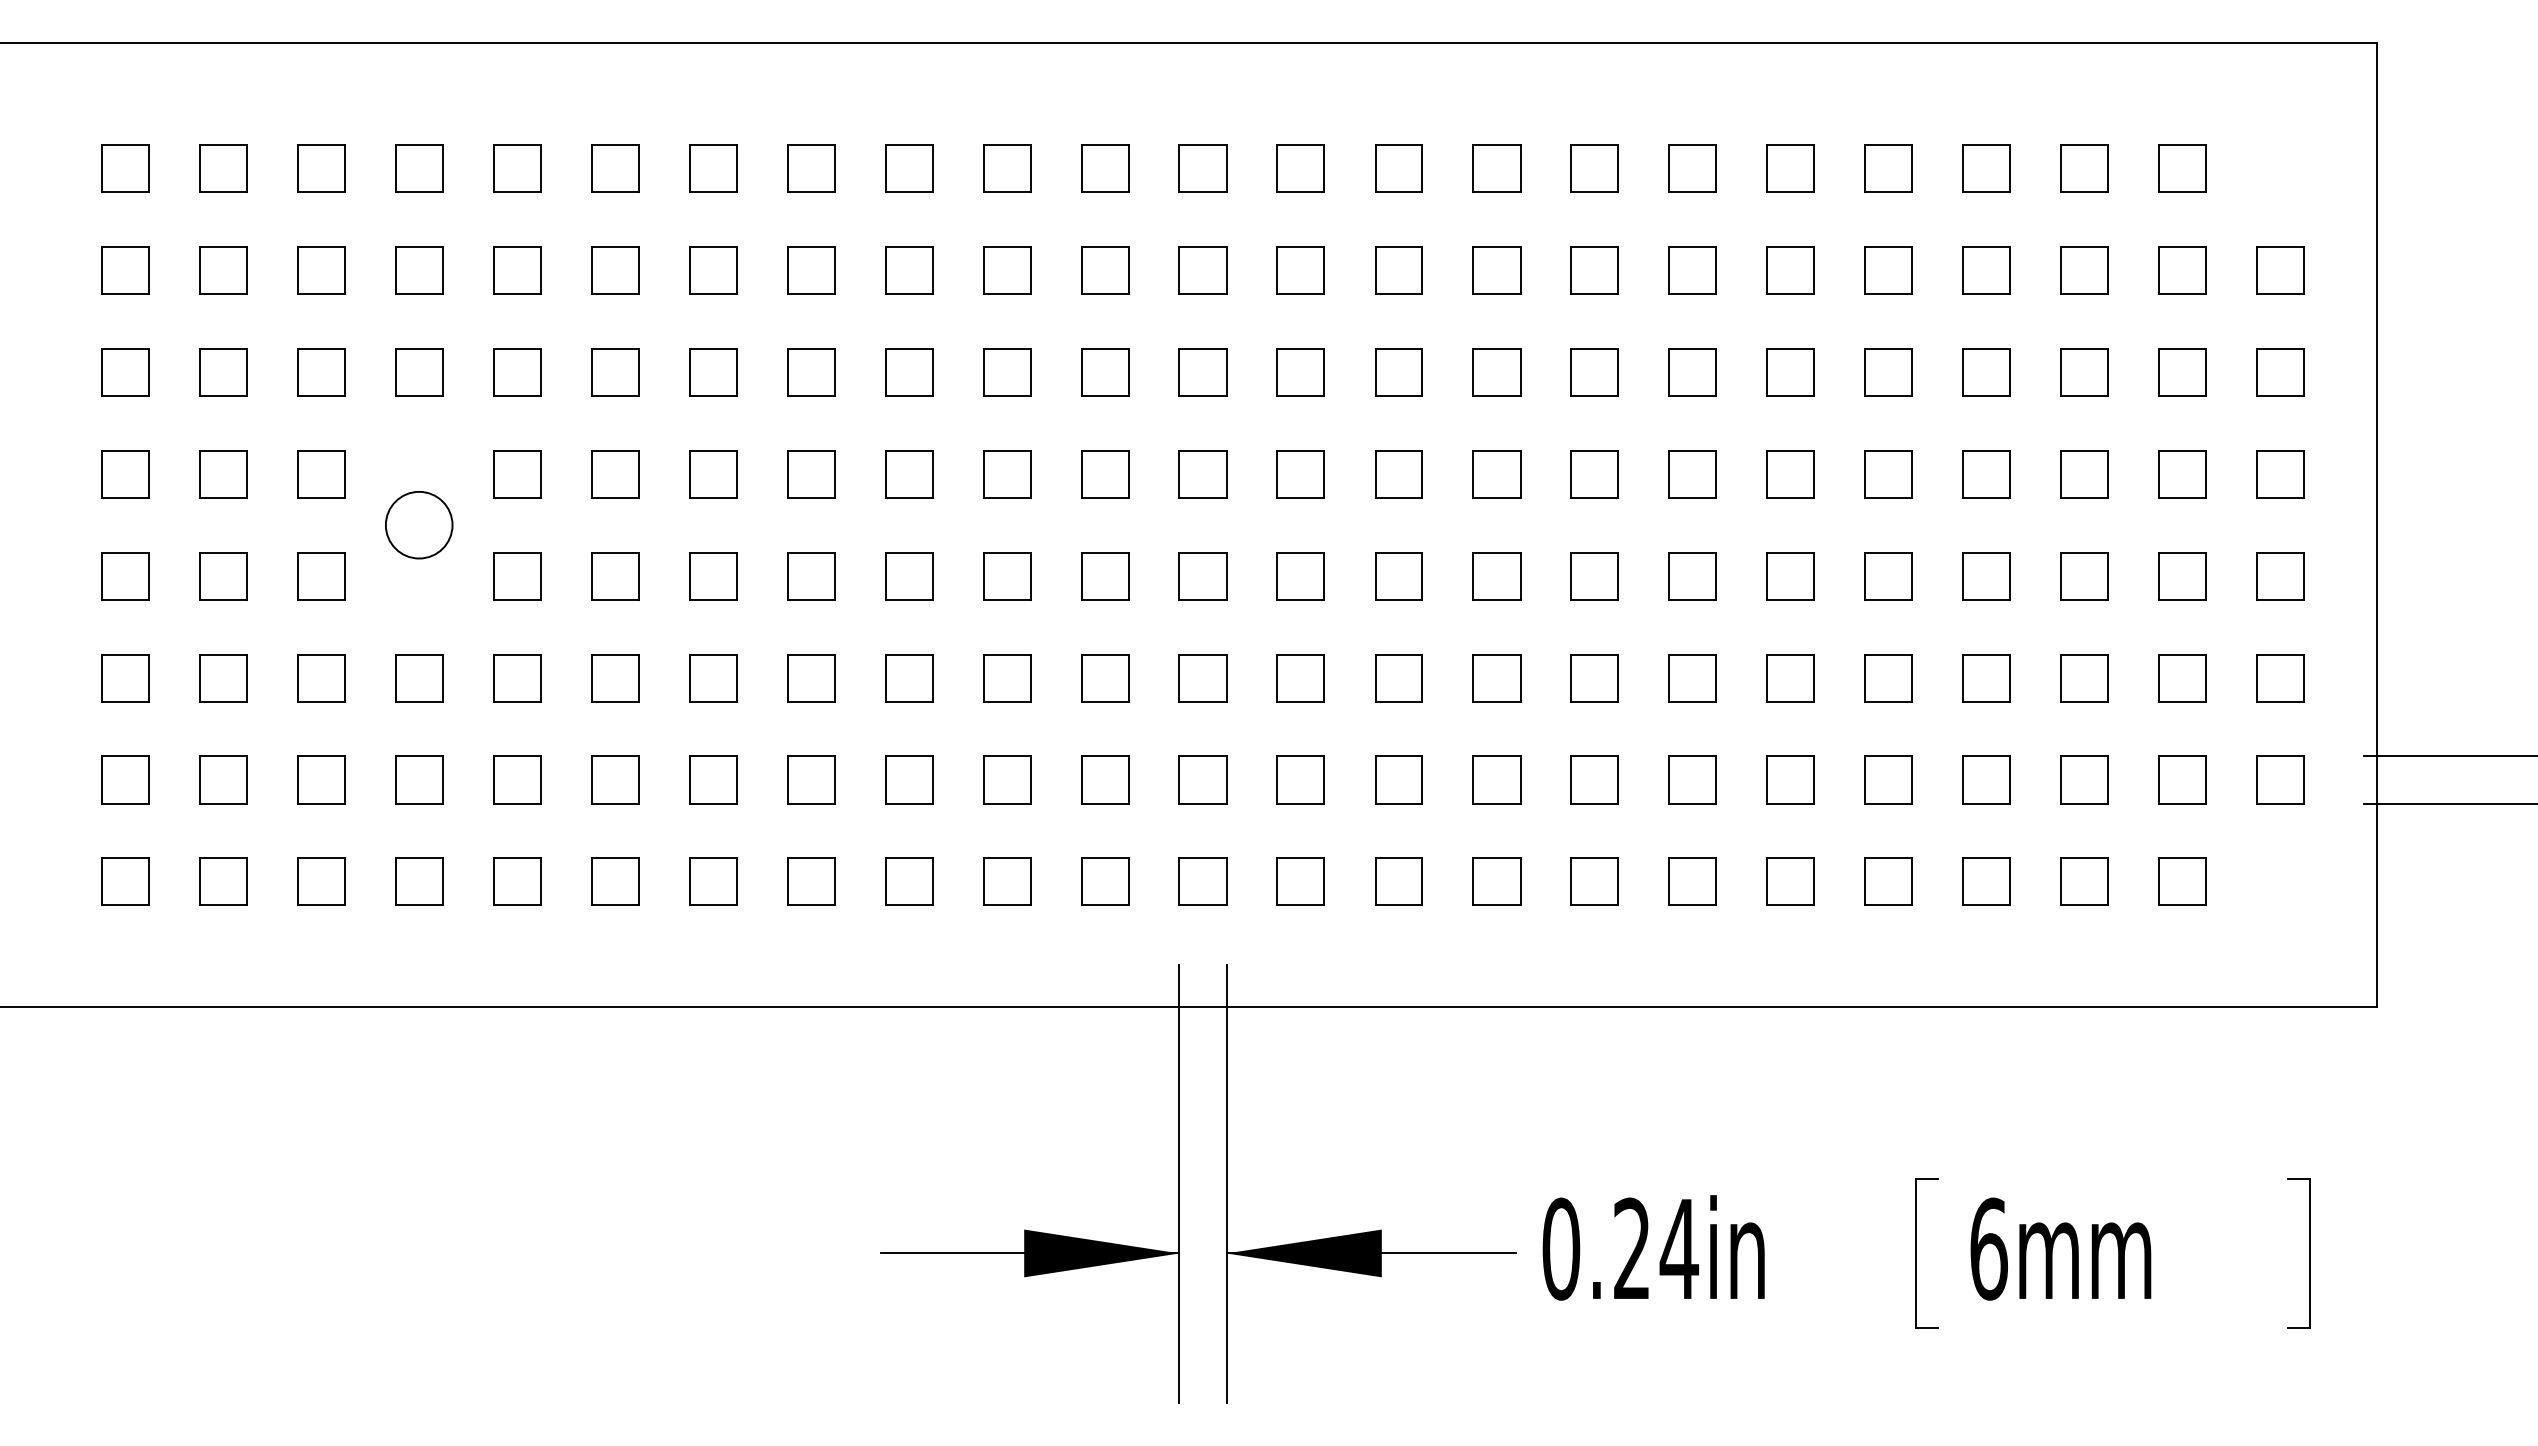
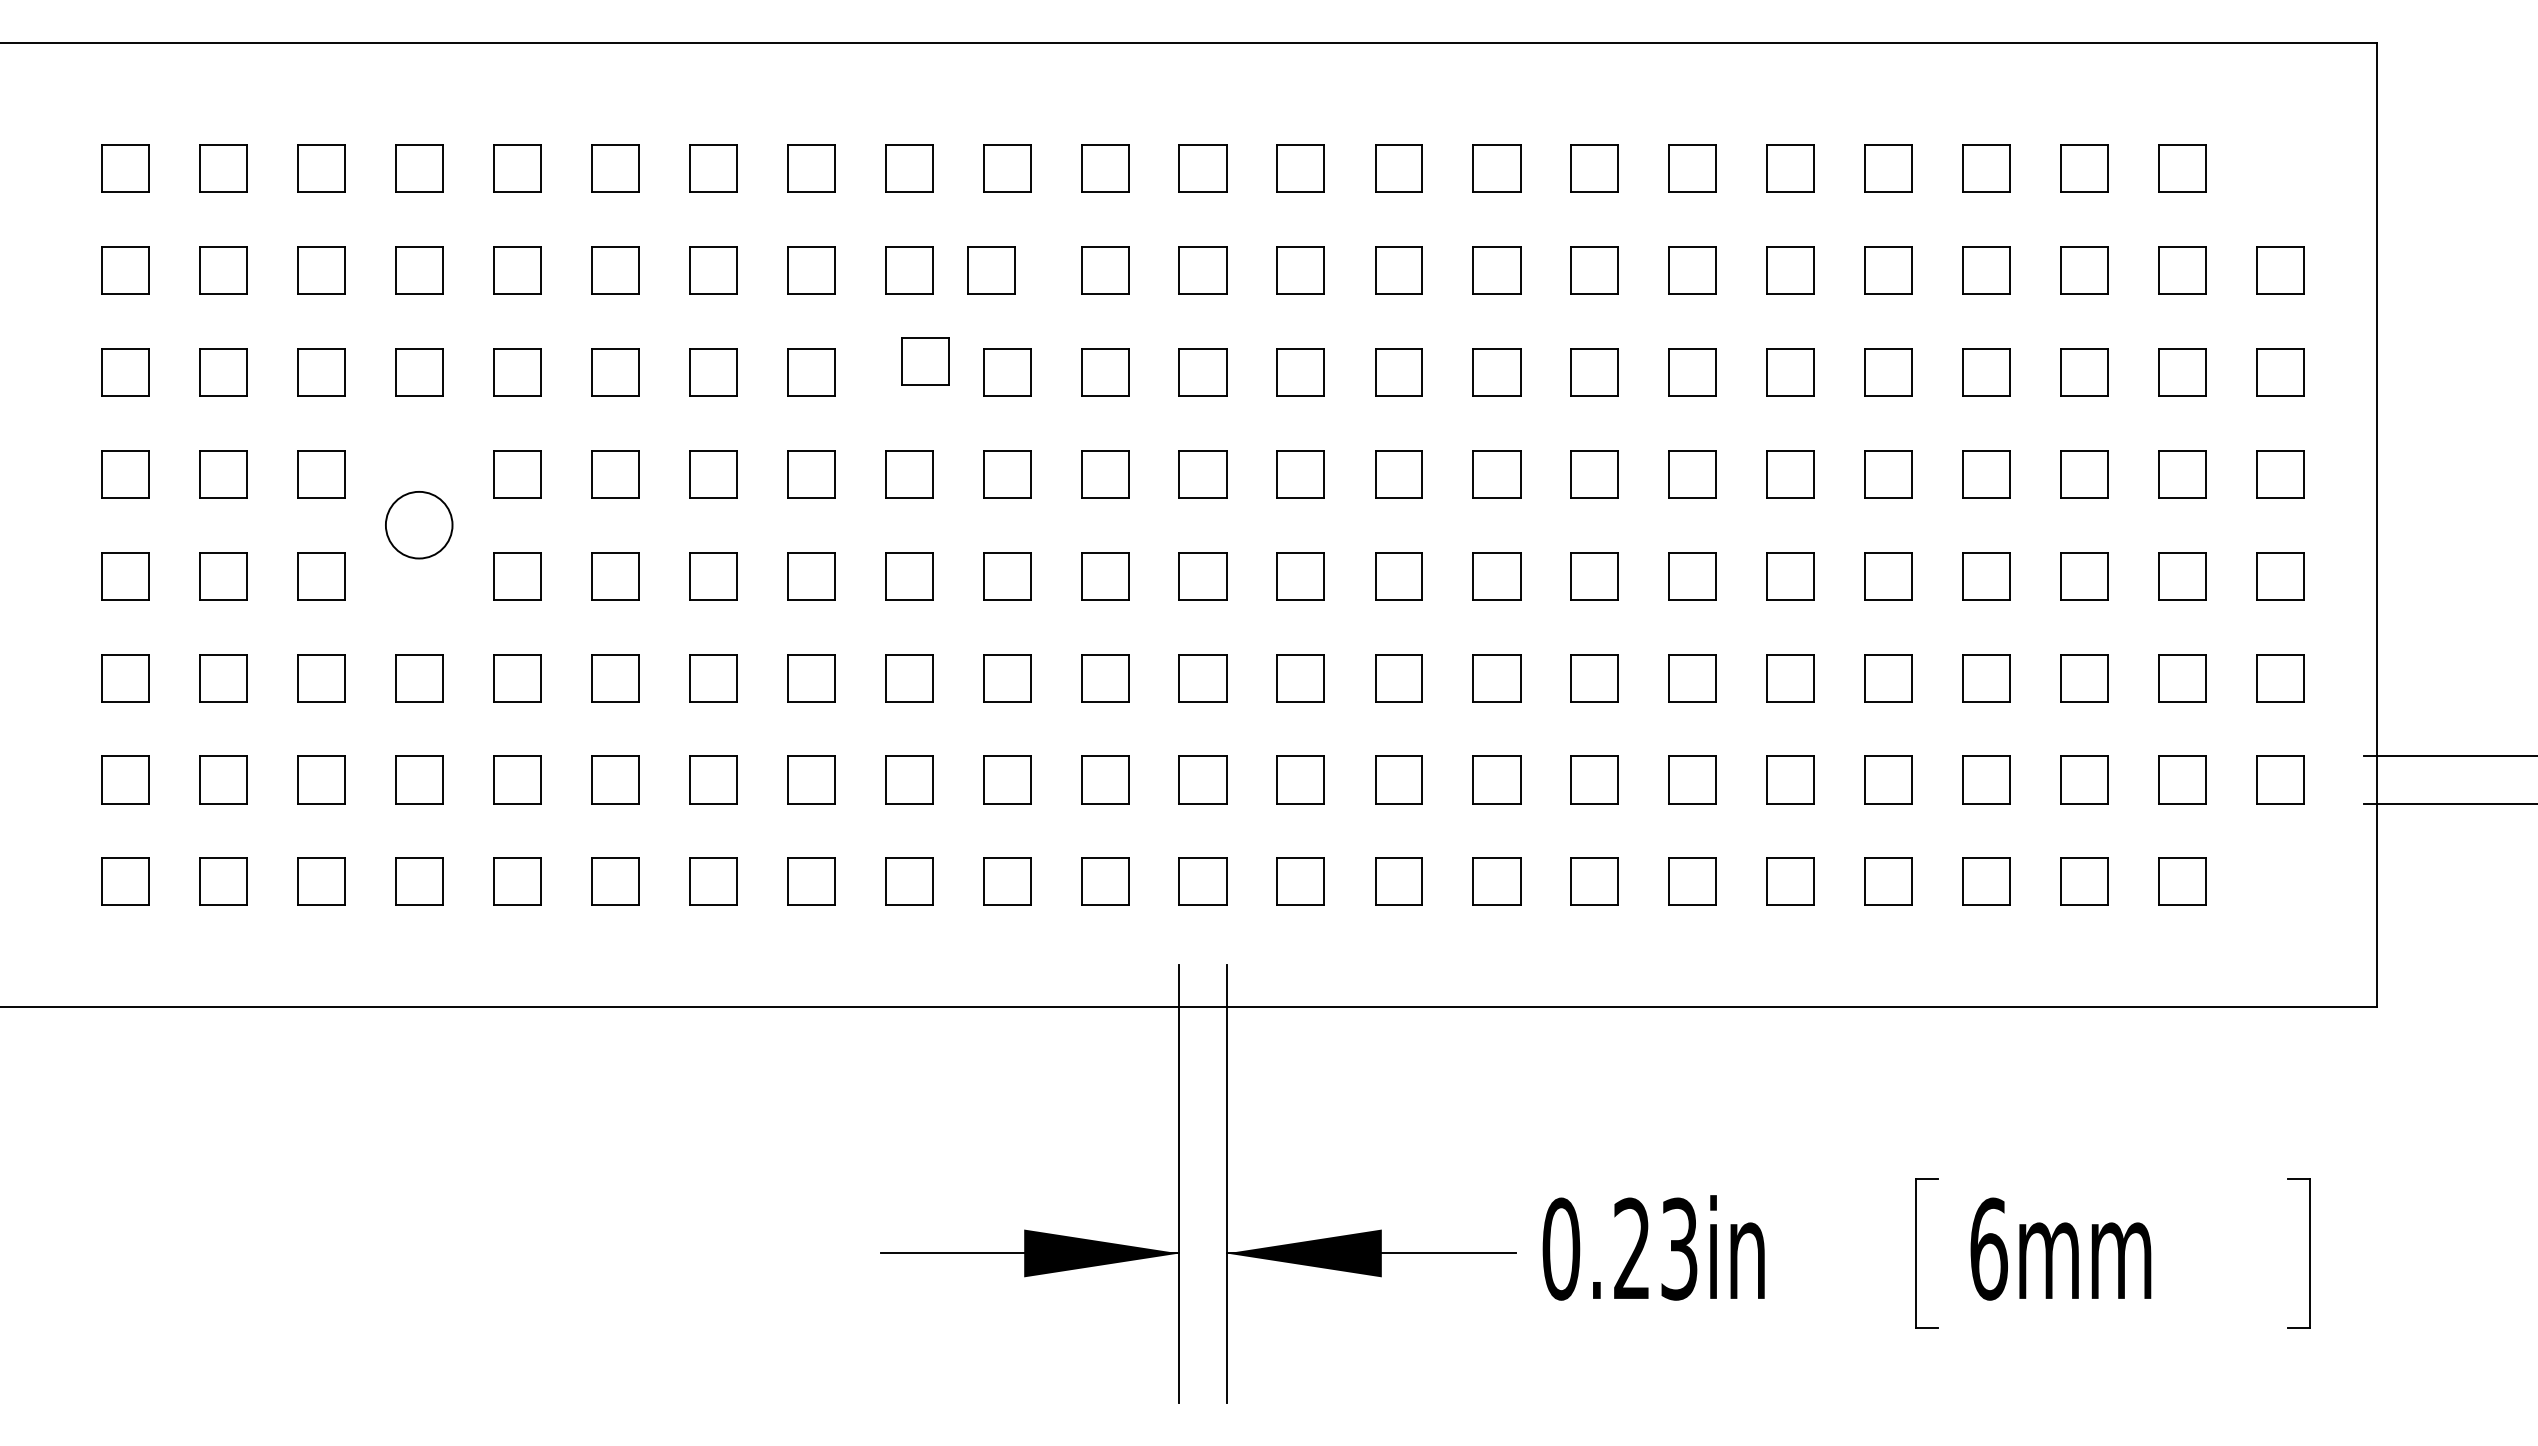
part at (1007, 270) position: (1007, 270) -> (991, 270)
part at (909, 372) position: (909, 372) -> (925, 361)
text at (1678, 1248): 0.24in -> 0.23in
